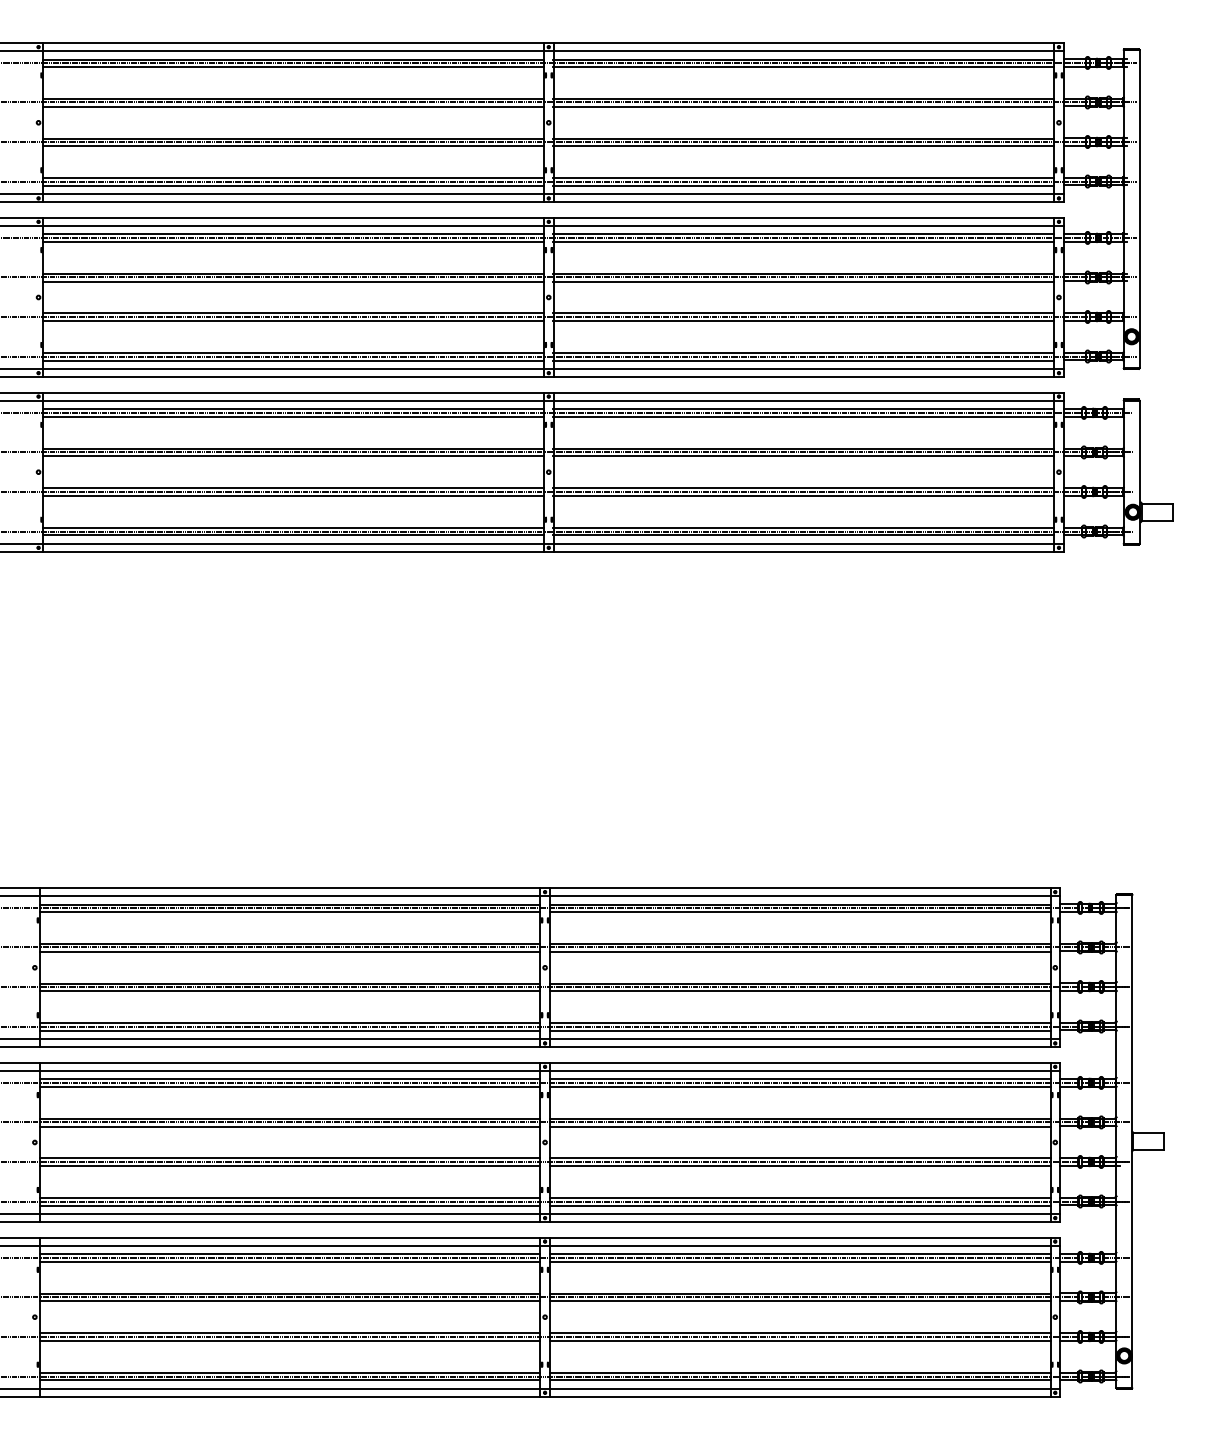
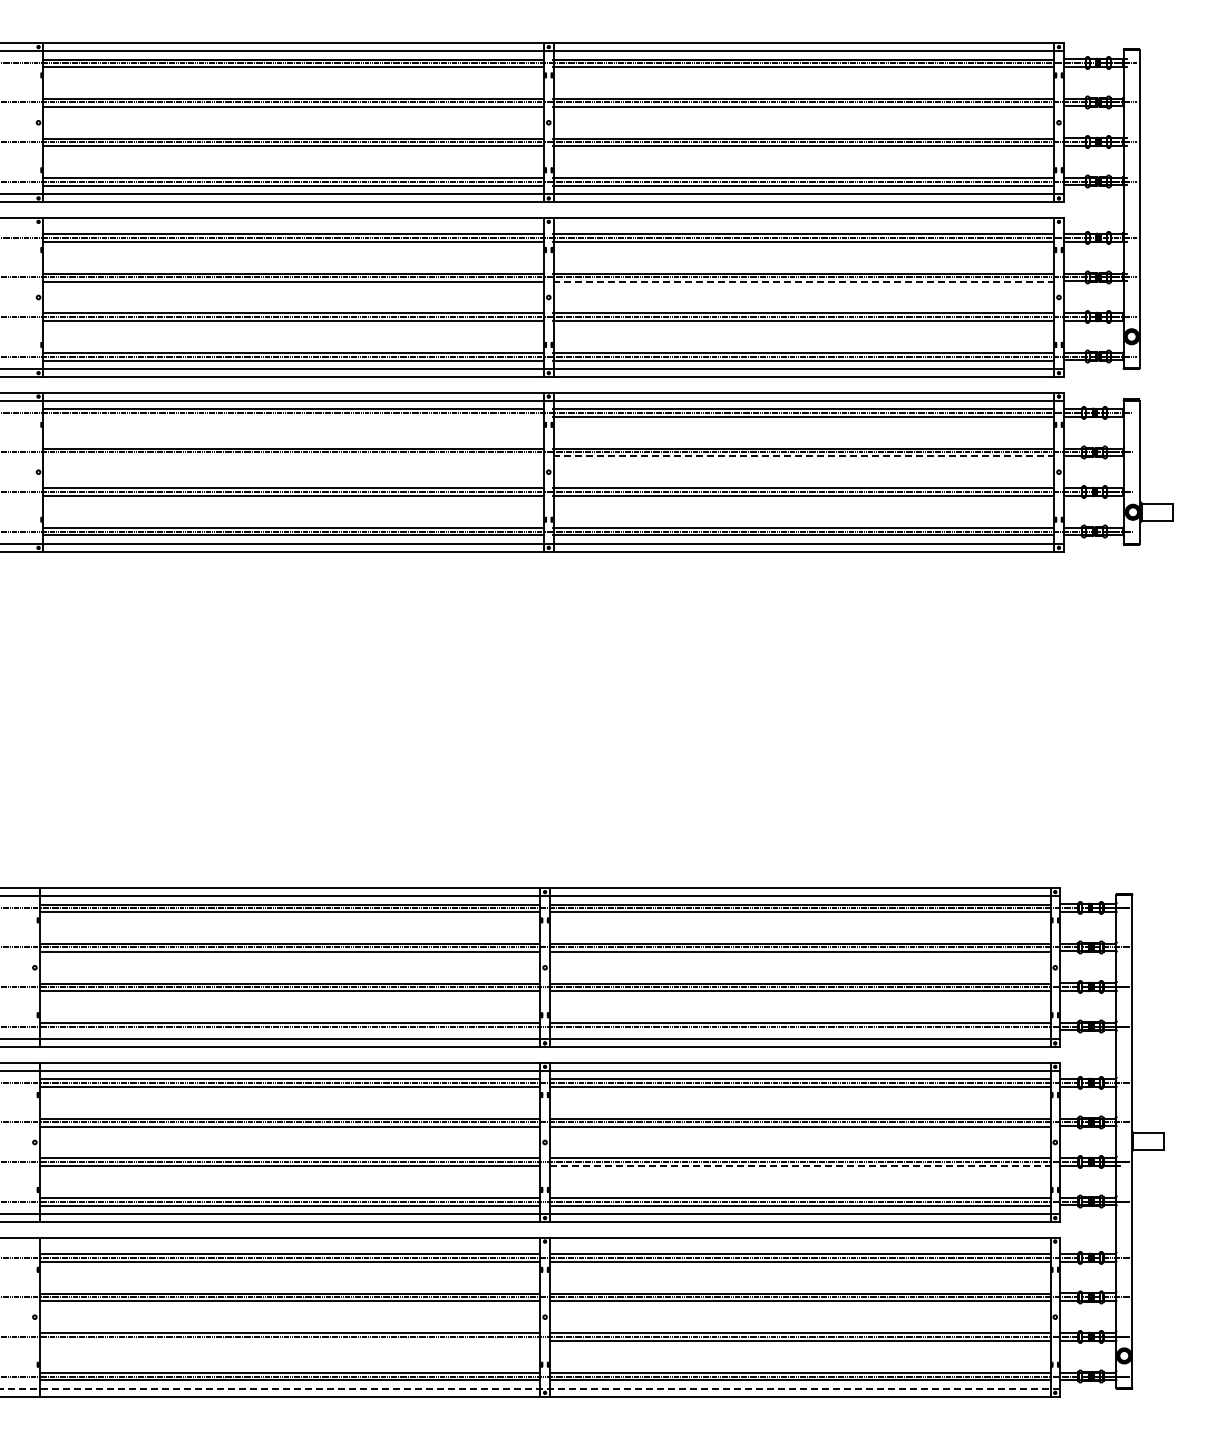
line at (532, 225): present -> none
line at (804, 281): solid -> dashed
line at (293, 416): present -> none
line at (293, 456): present -> none
line at (804, 456): solid -> dashed
line at (289, 1030): present -> none
line at (799, 1030): present -> none
line at (800, 1166): solid -> dashed
line at (531, 1245): present -> none
line at (289, 1340): present -> none
line at (530, 1388): solid -> dashed
